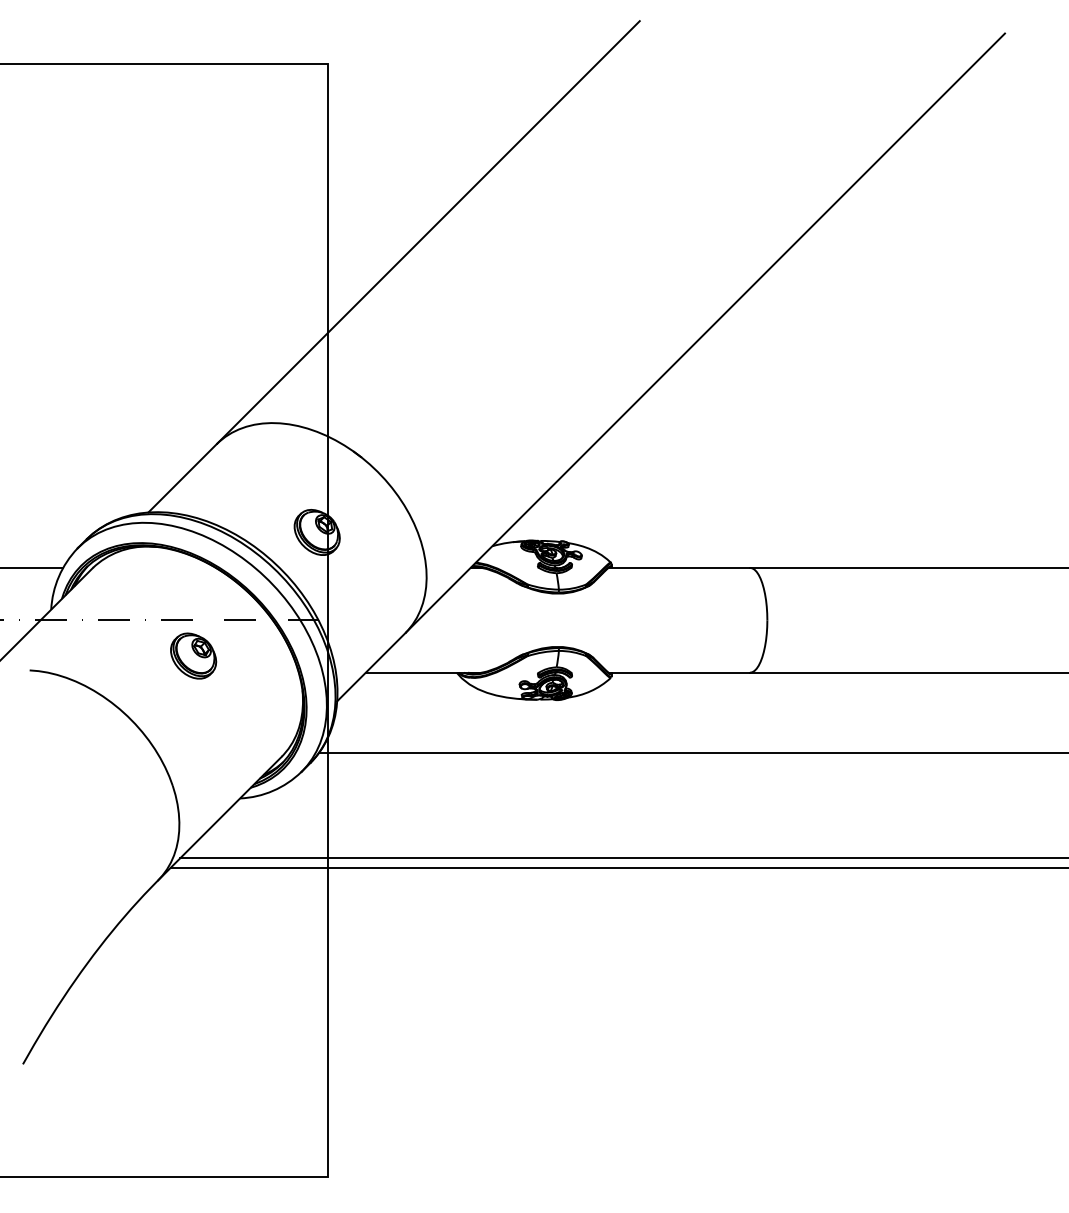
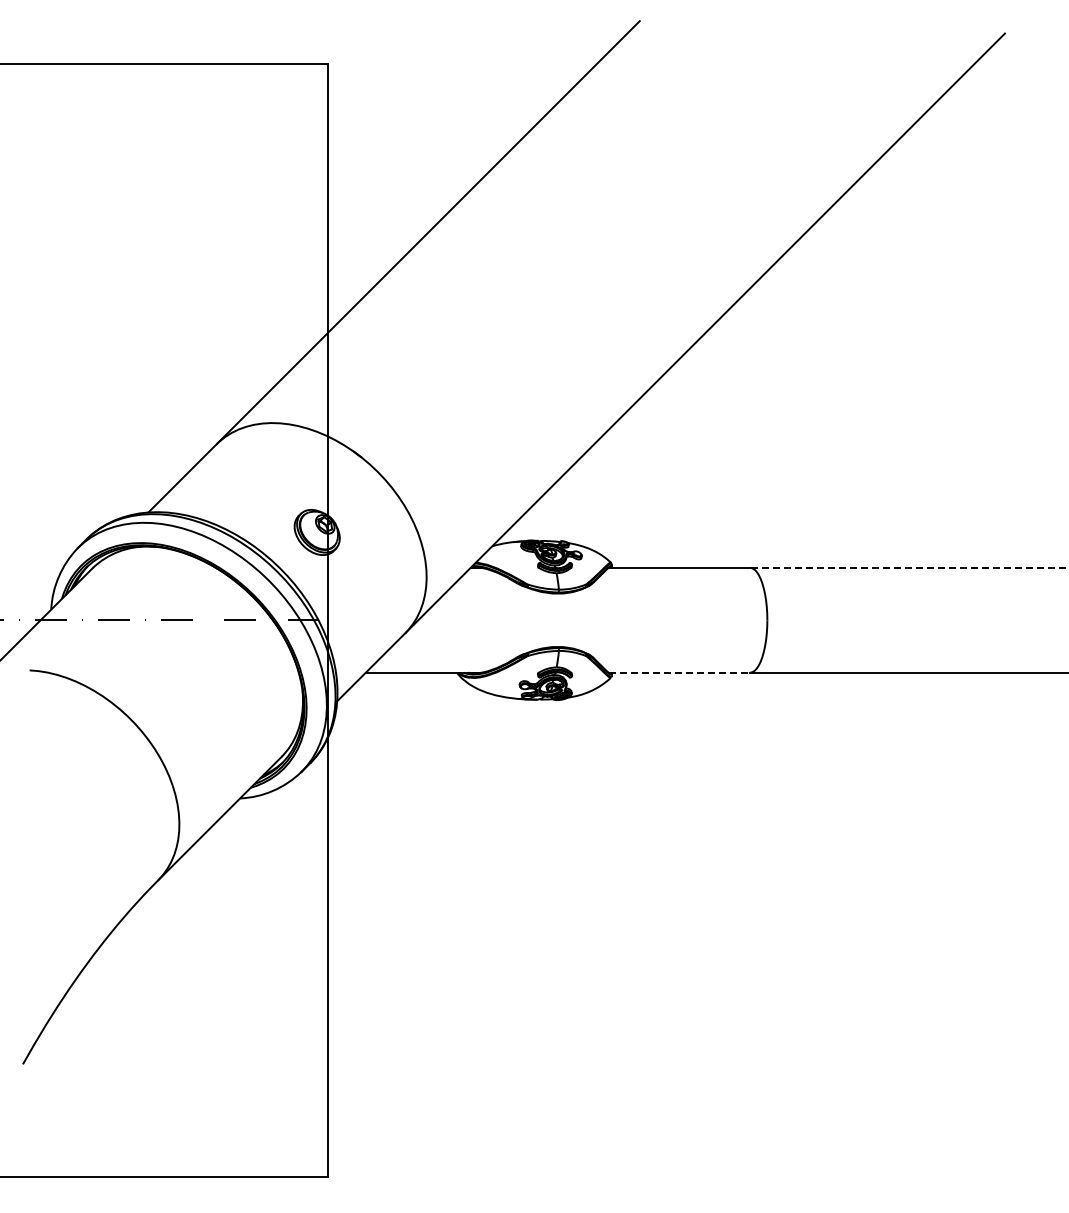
line at (32, 567): present -> none
line at (909, 567): solid -> dashed
part at (193, 655): present -> none
line at (679, 672): solid -> dashed
line at (691, 753): present -> none
line at (622, 858): present -> none
line at (617, 868): present -> none
